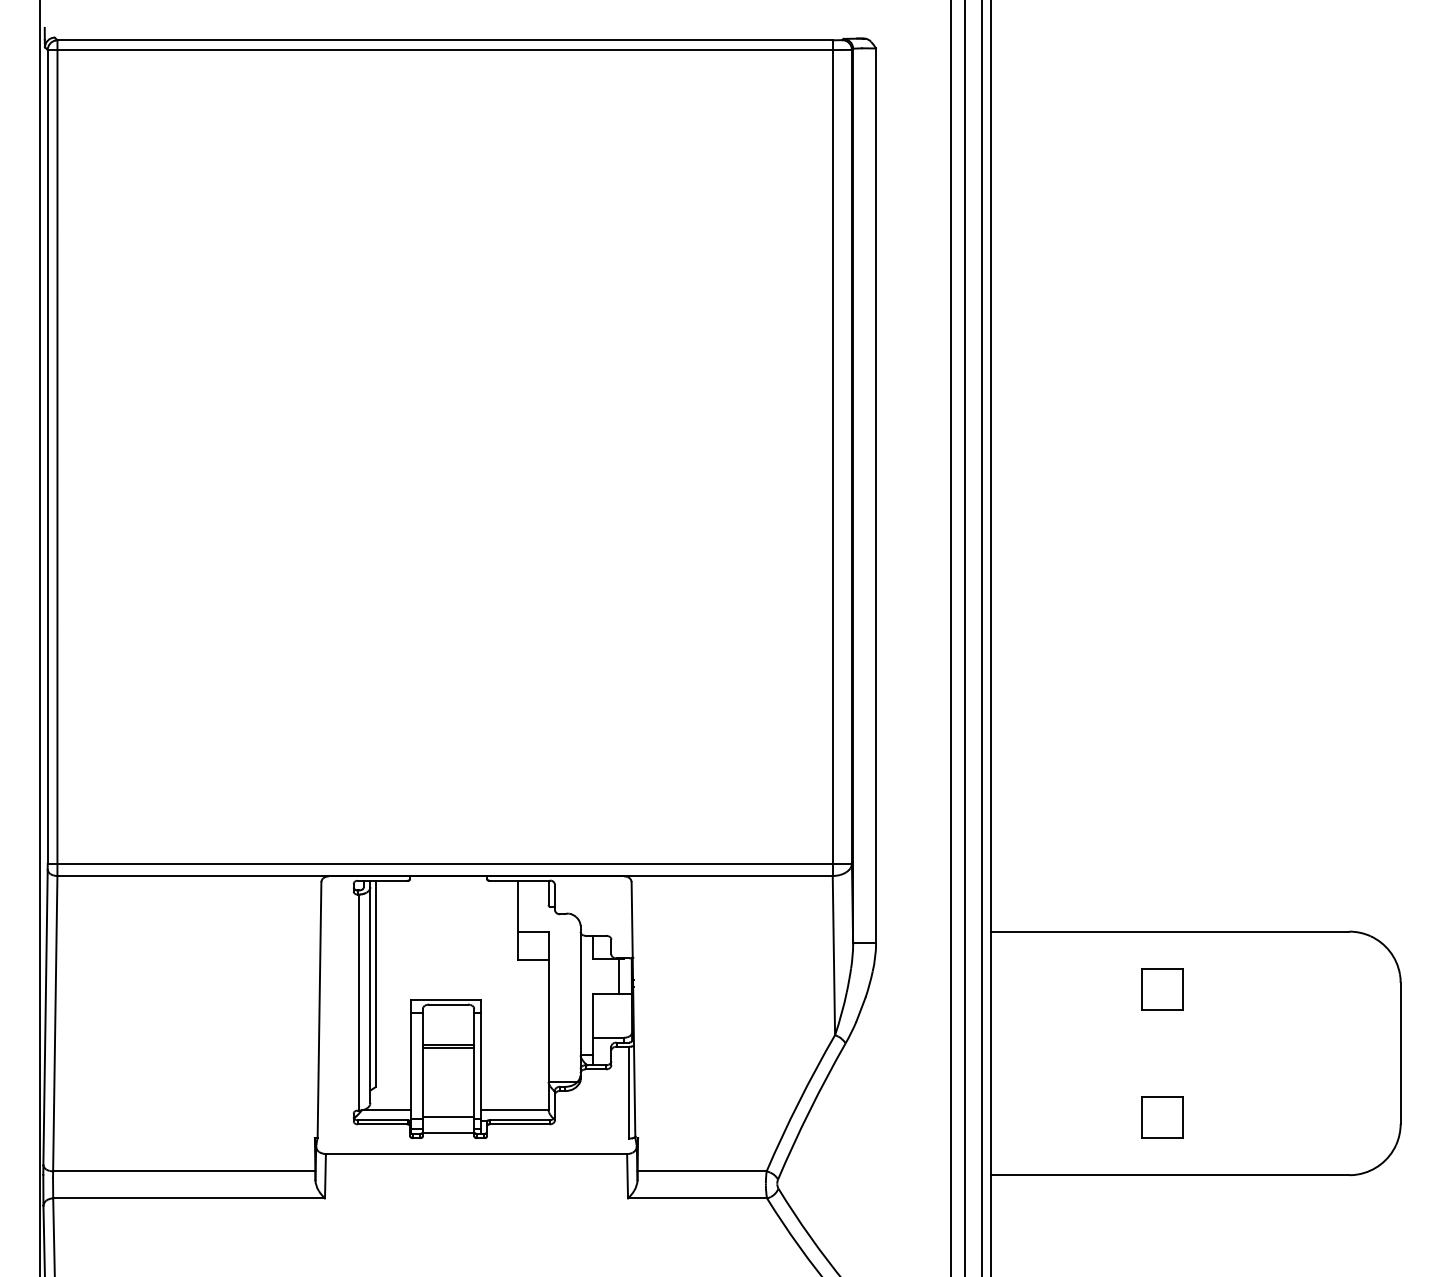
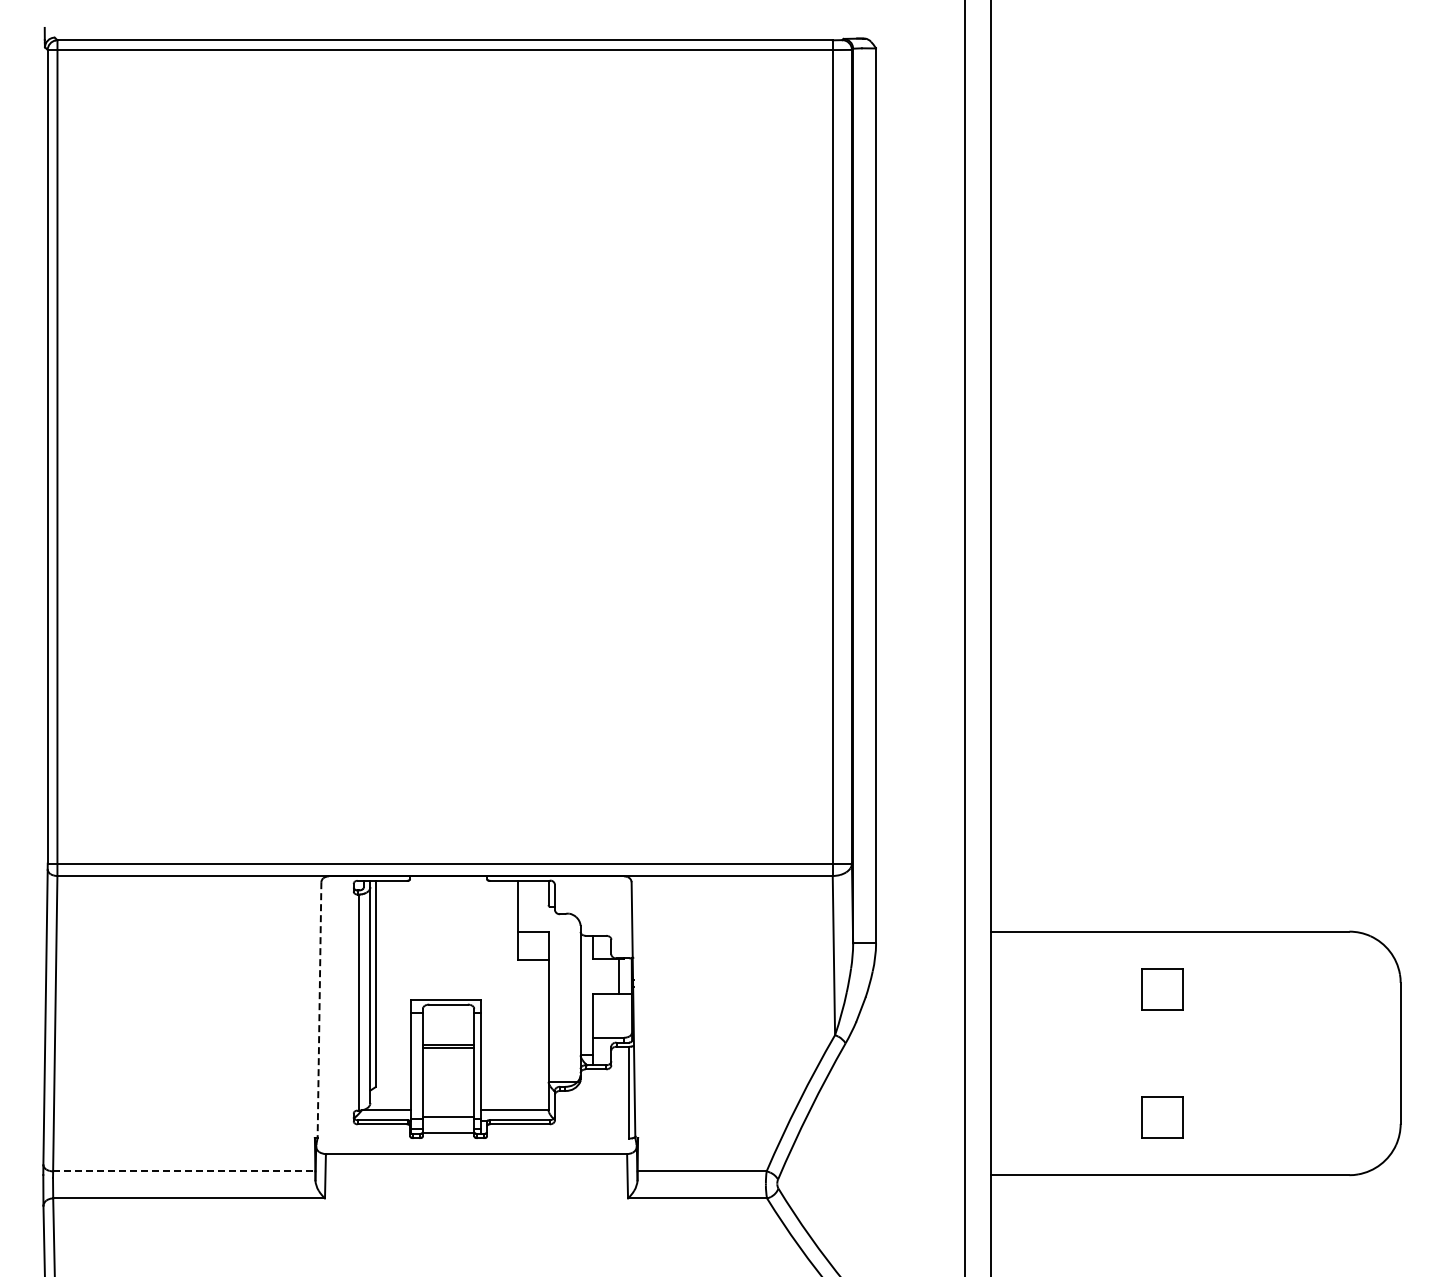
line at (39, 637): present -> none
line at (951, 637): present -> none
line at (982, 637): present -> none
line at (319, 1010): solid -> dashed
line at (184, 1171): solid -> dashed
